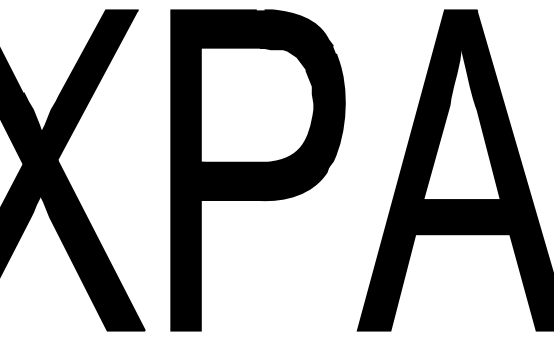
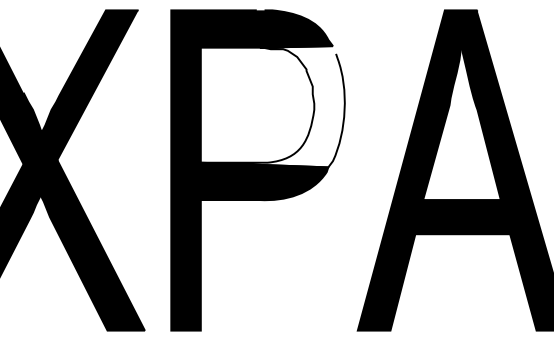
fill at (272, 106): present -> none
